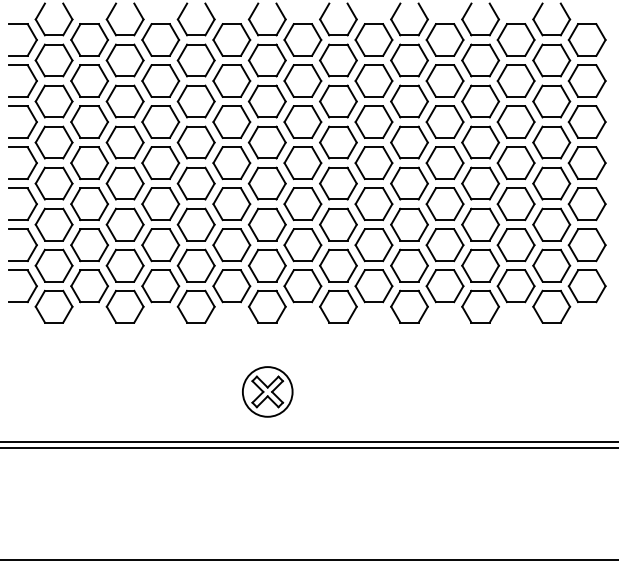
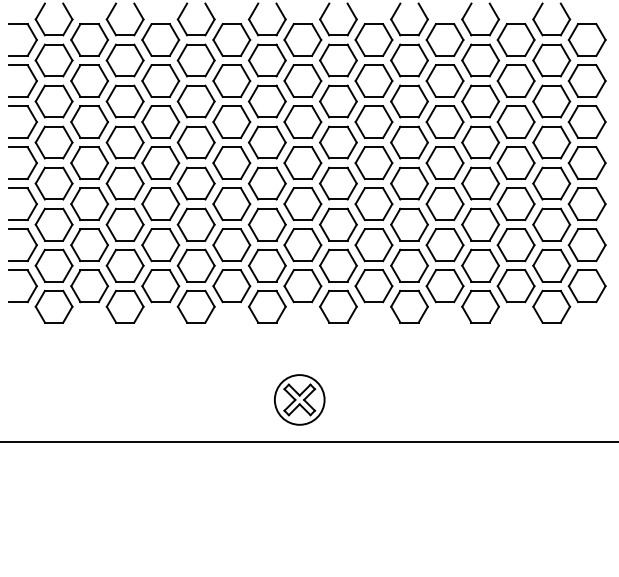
part at (267, 391) position: (267, 391) -> (299, 399)
line at (308, 447): present -> none
line at (308, 559): present -> none
